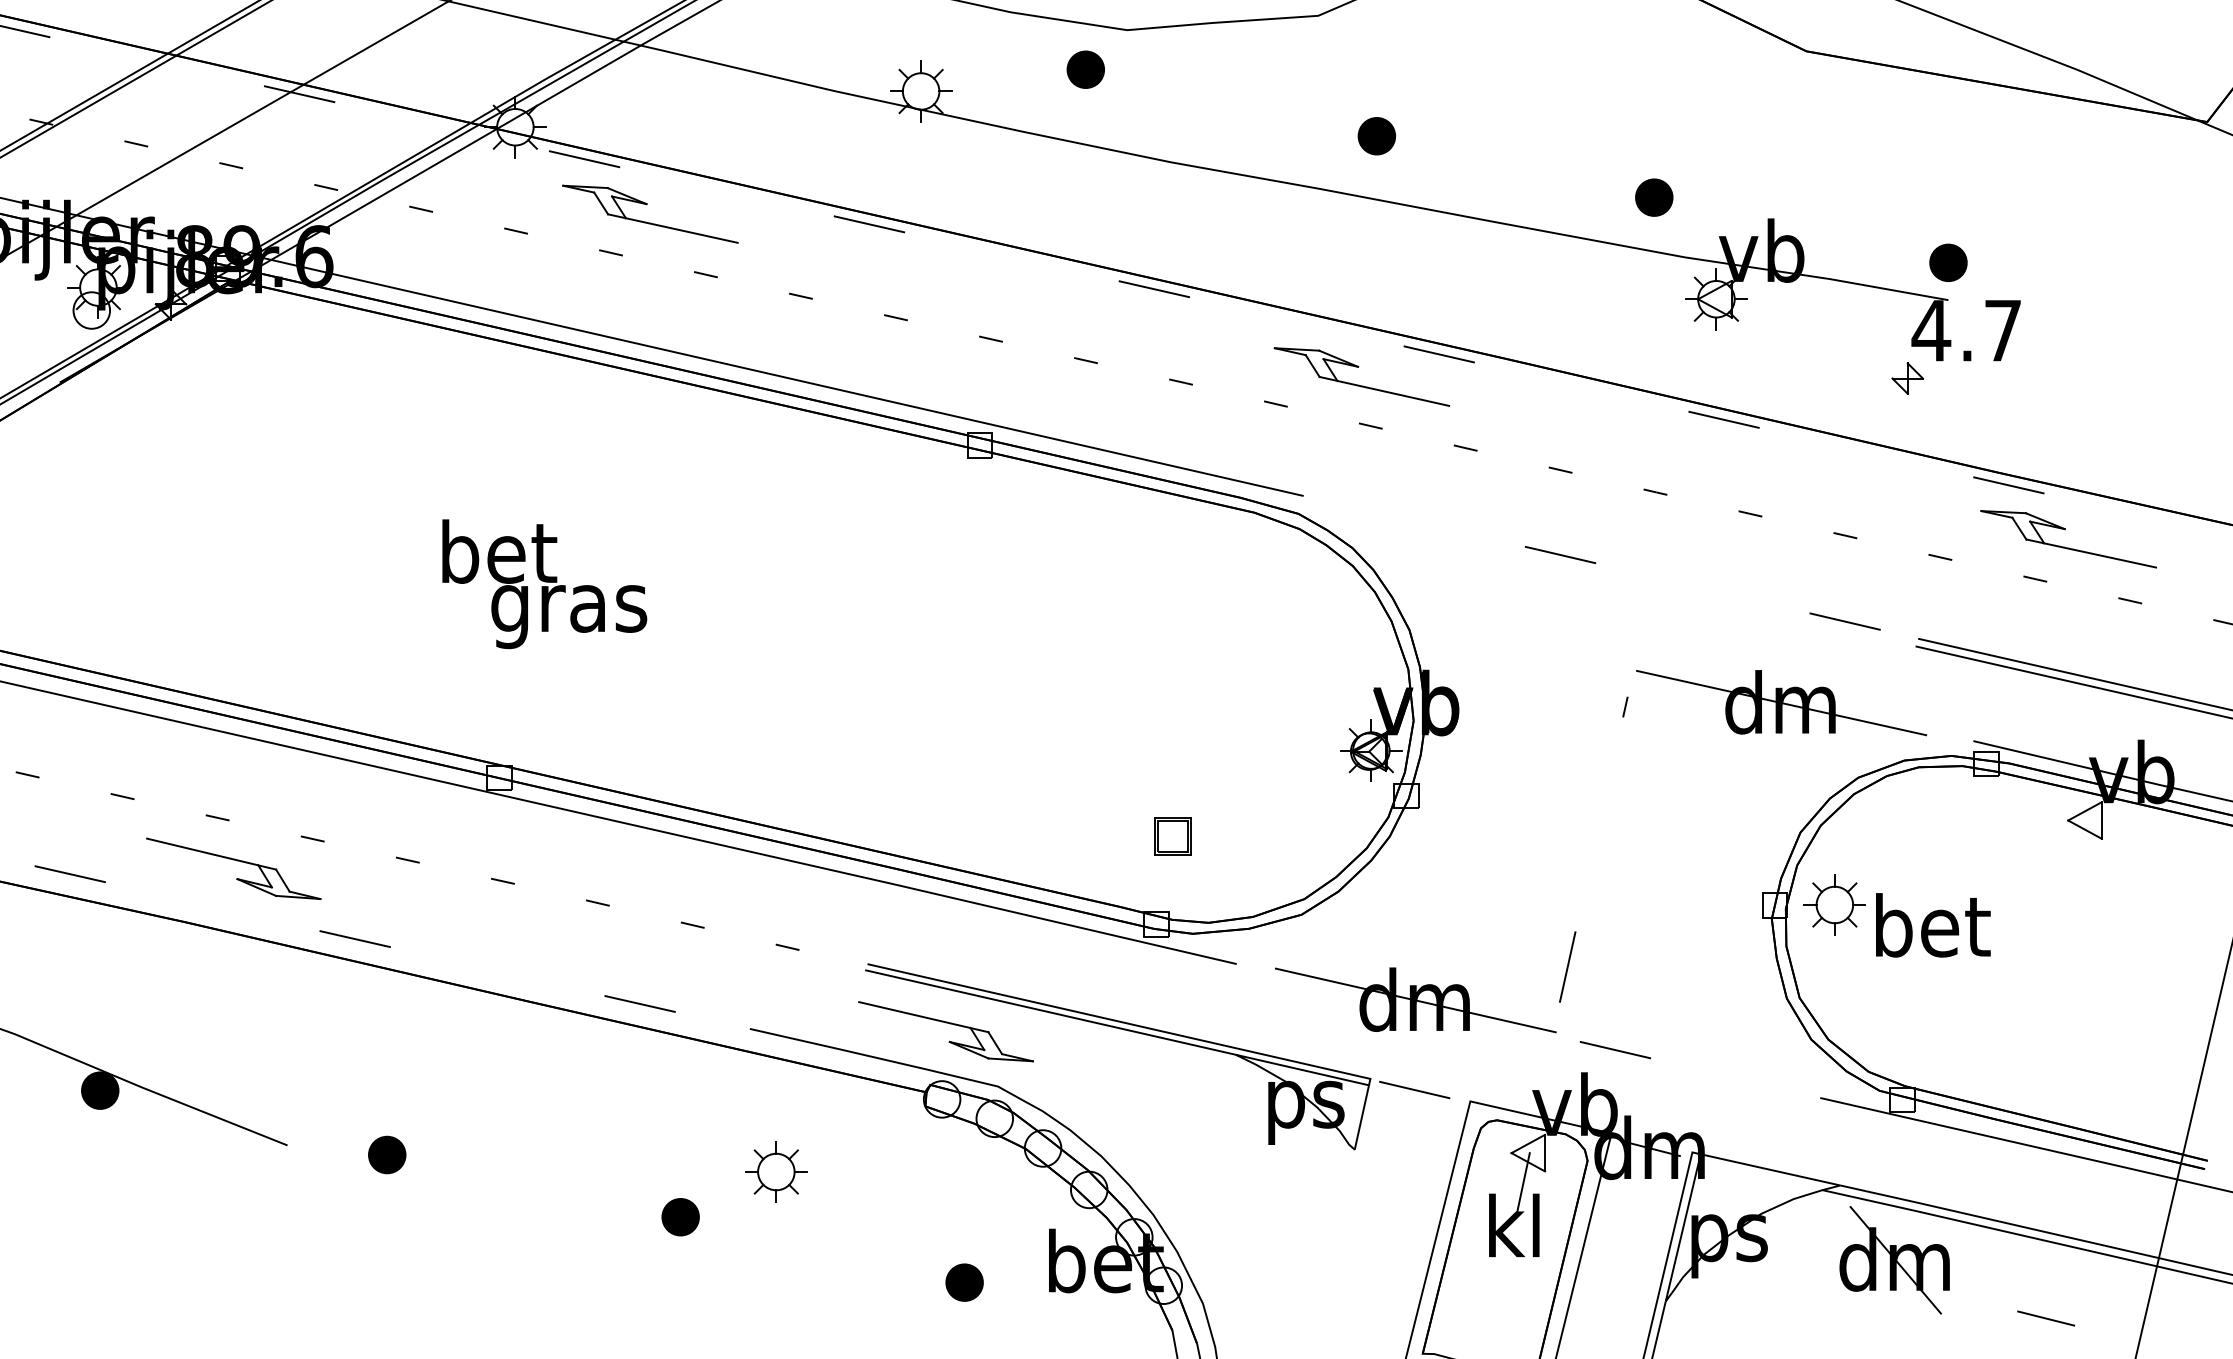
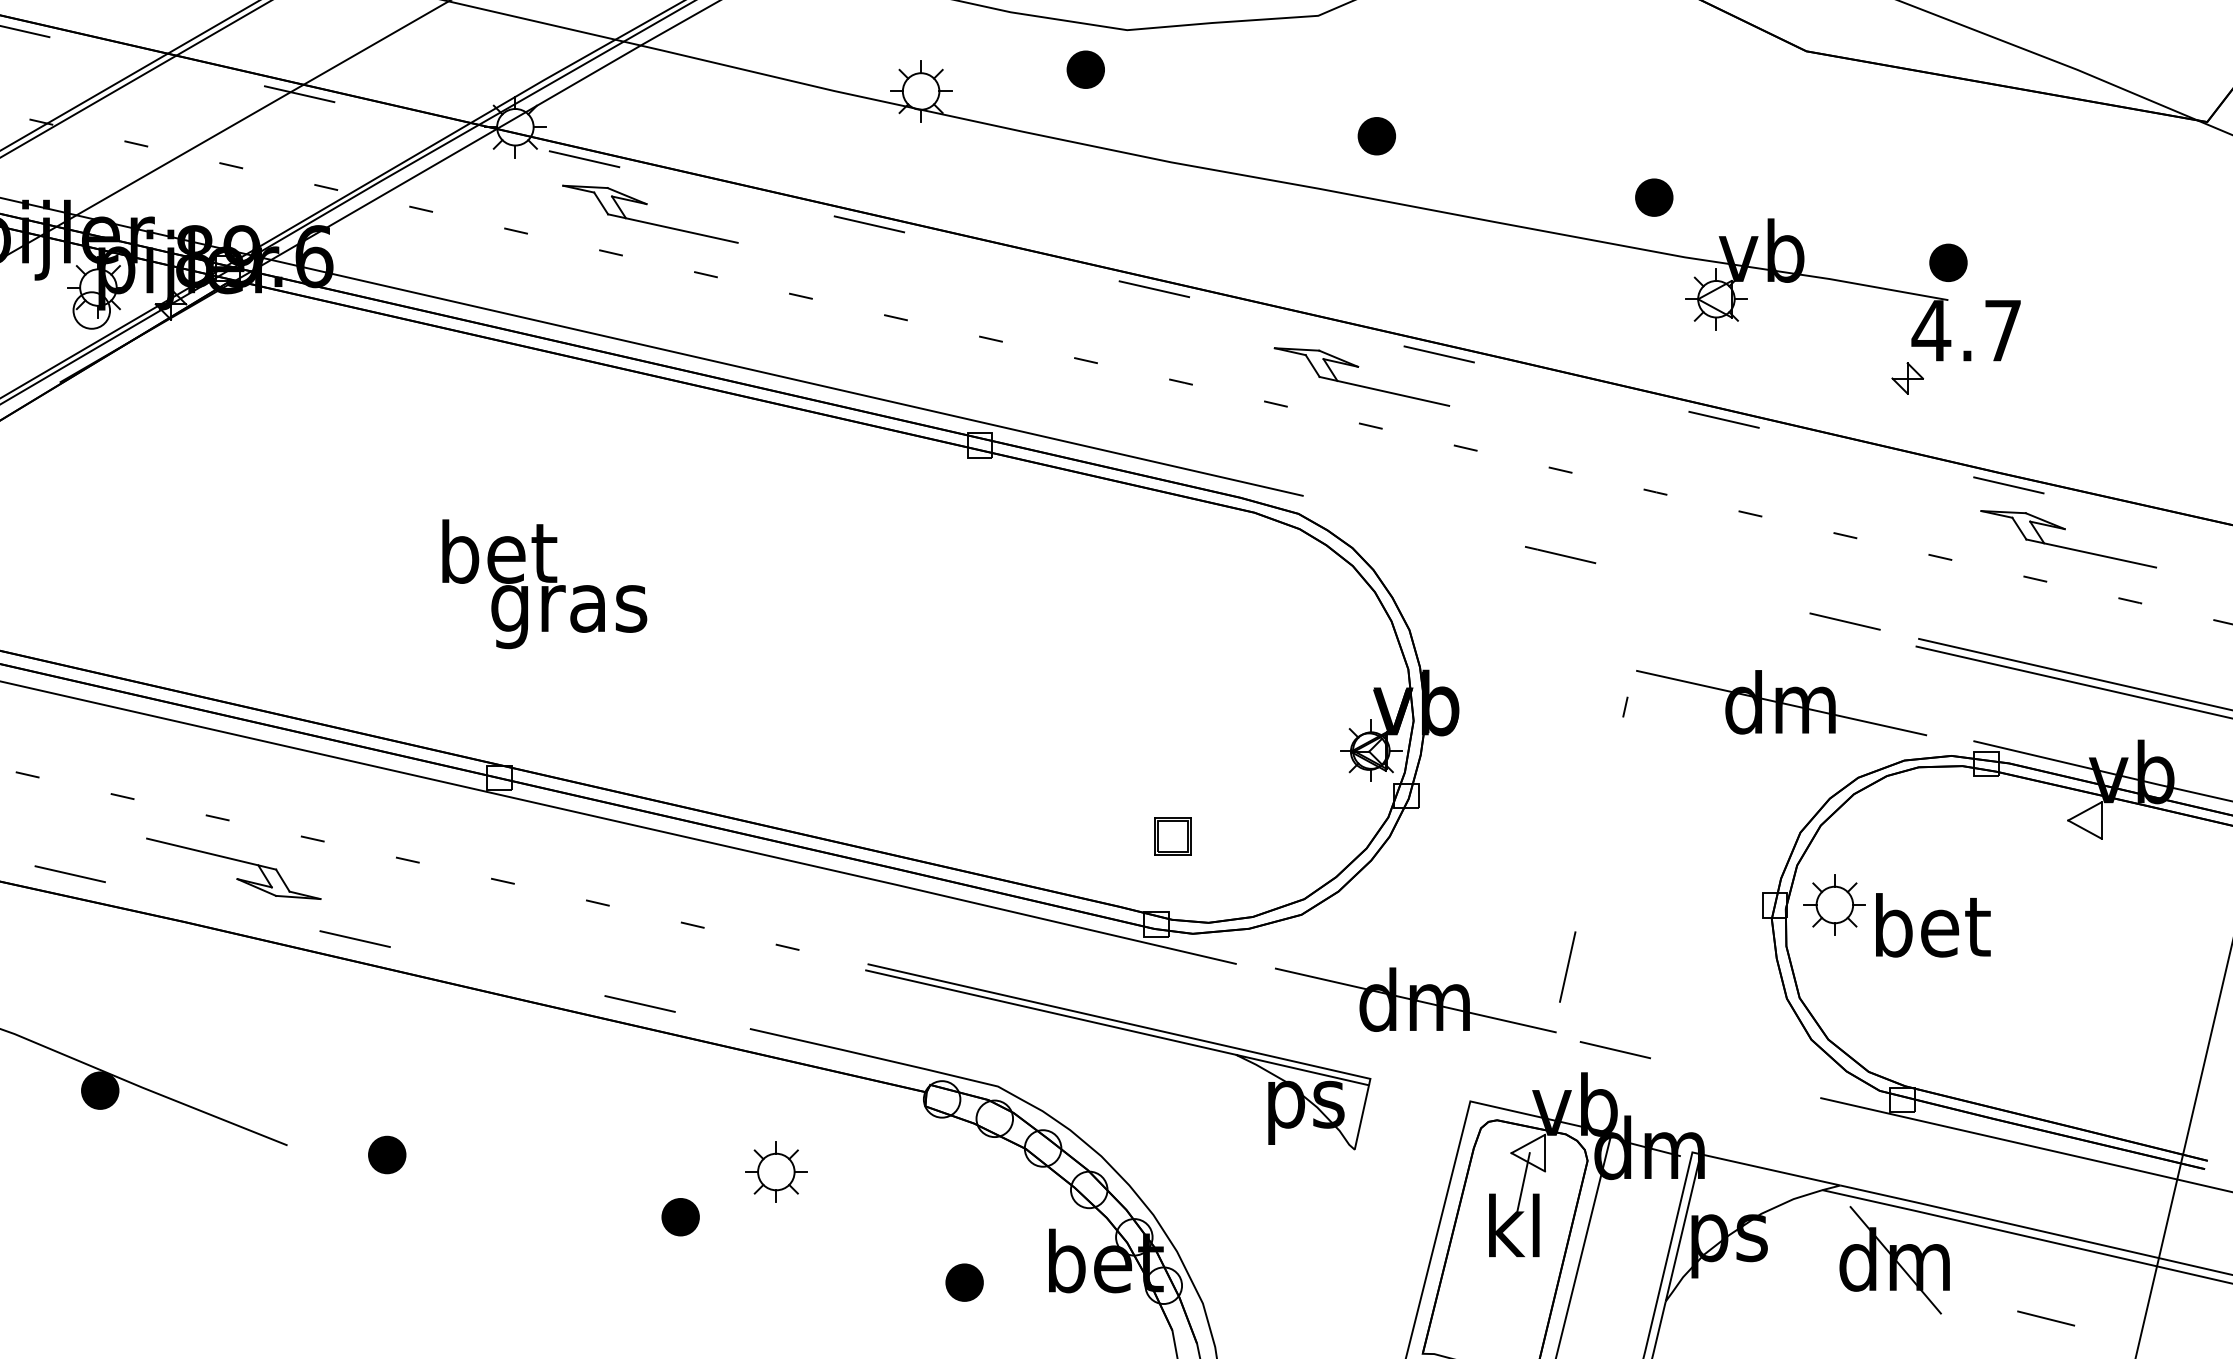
part at (945, 1023): present -> none
line at (1414, 1089): present -> none
